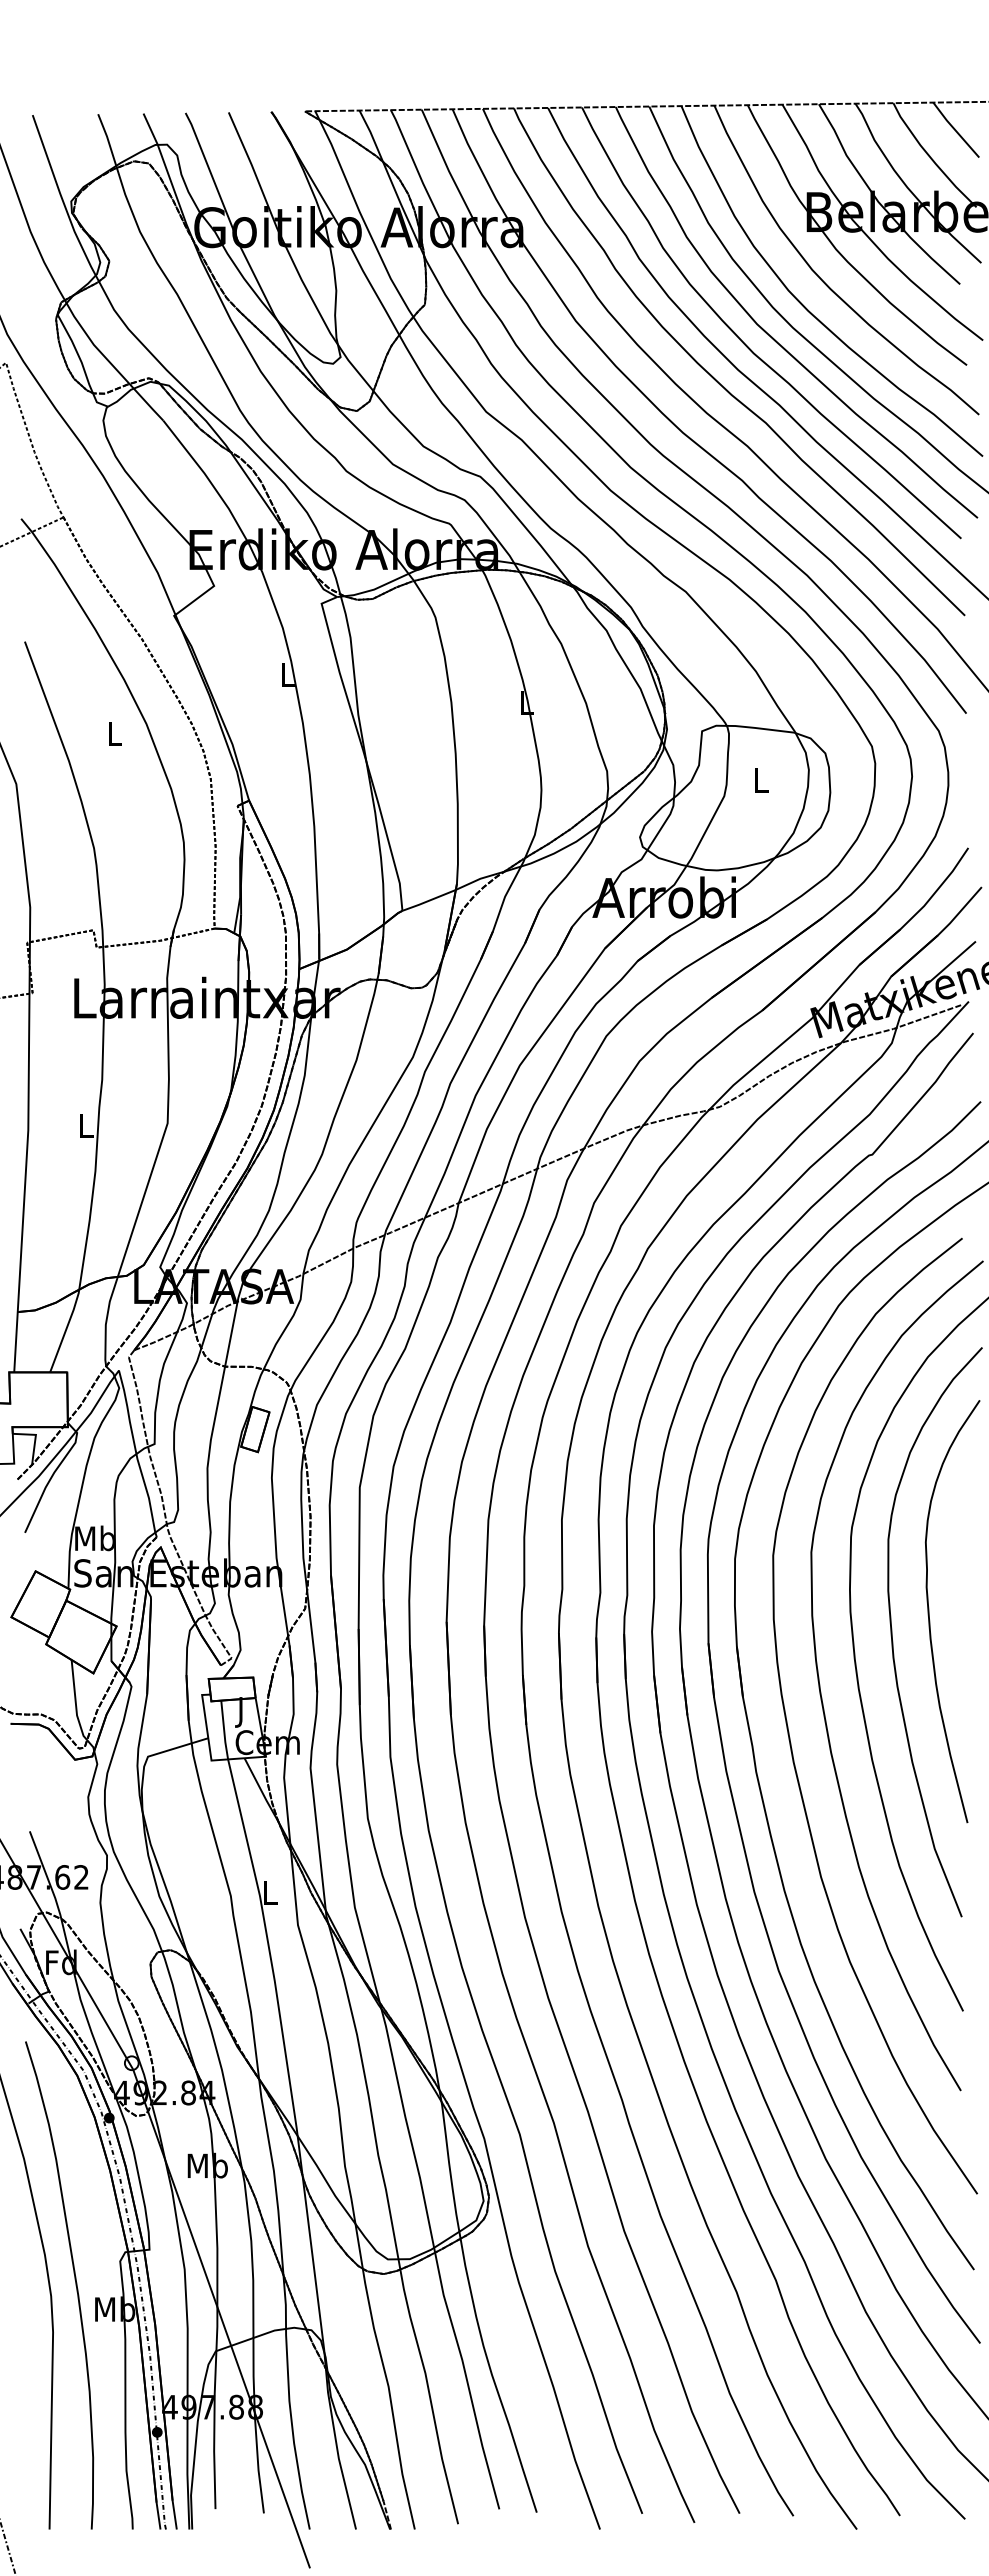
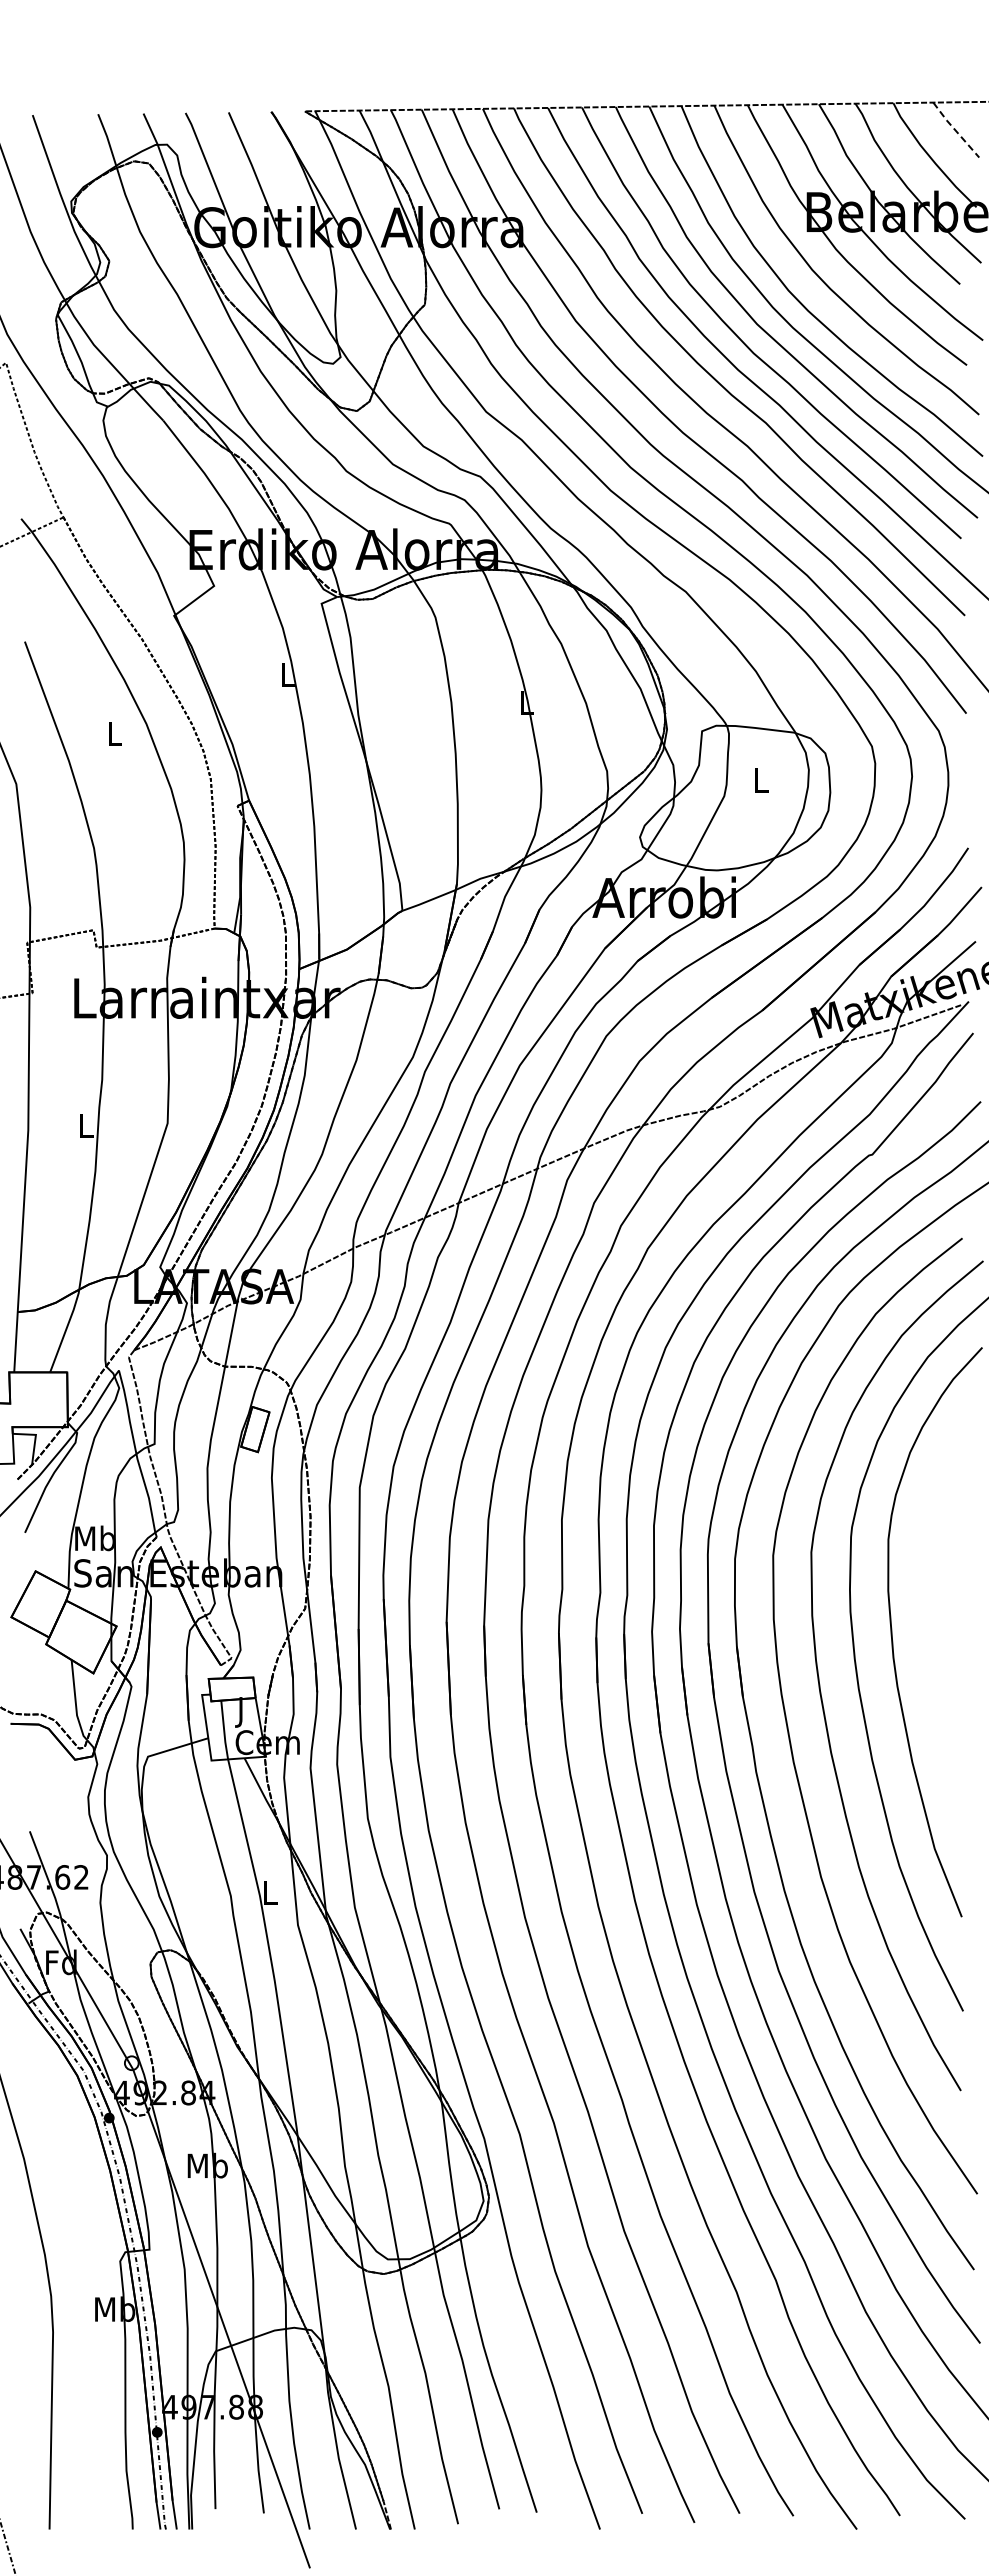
line at (955, 130): solid -> dashed
curve at (929, 1611): present -> none
curve at (75, 2285): present -> none
